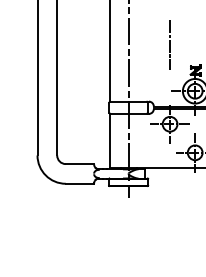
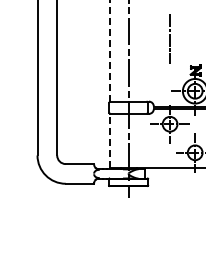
line at (169, 44) position: (169, 44) -> (169, 38)
line at (109, 50): solid -> dashed
line at (109, 140): solid -> dashed
